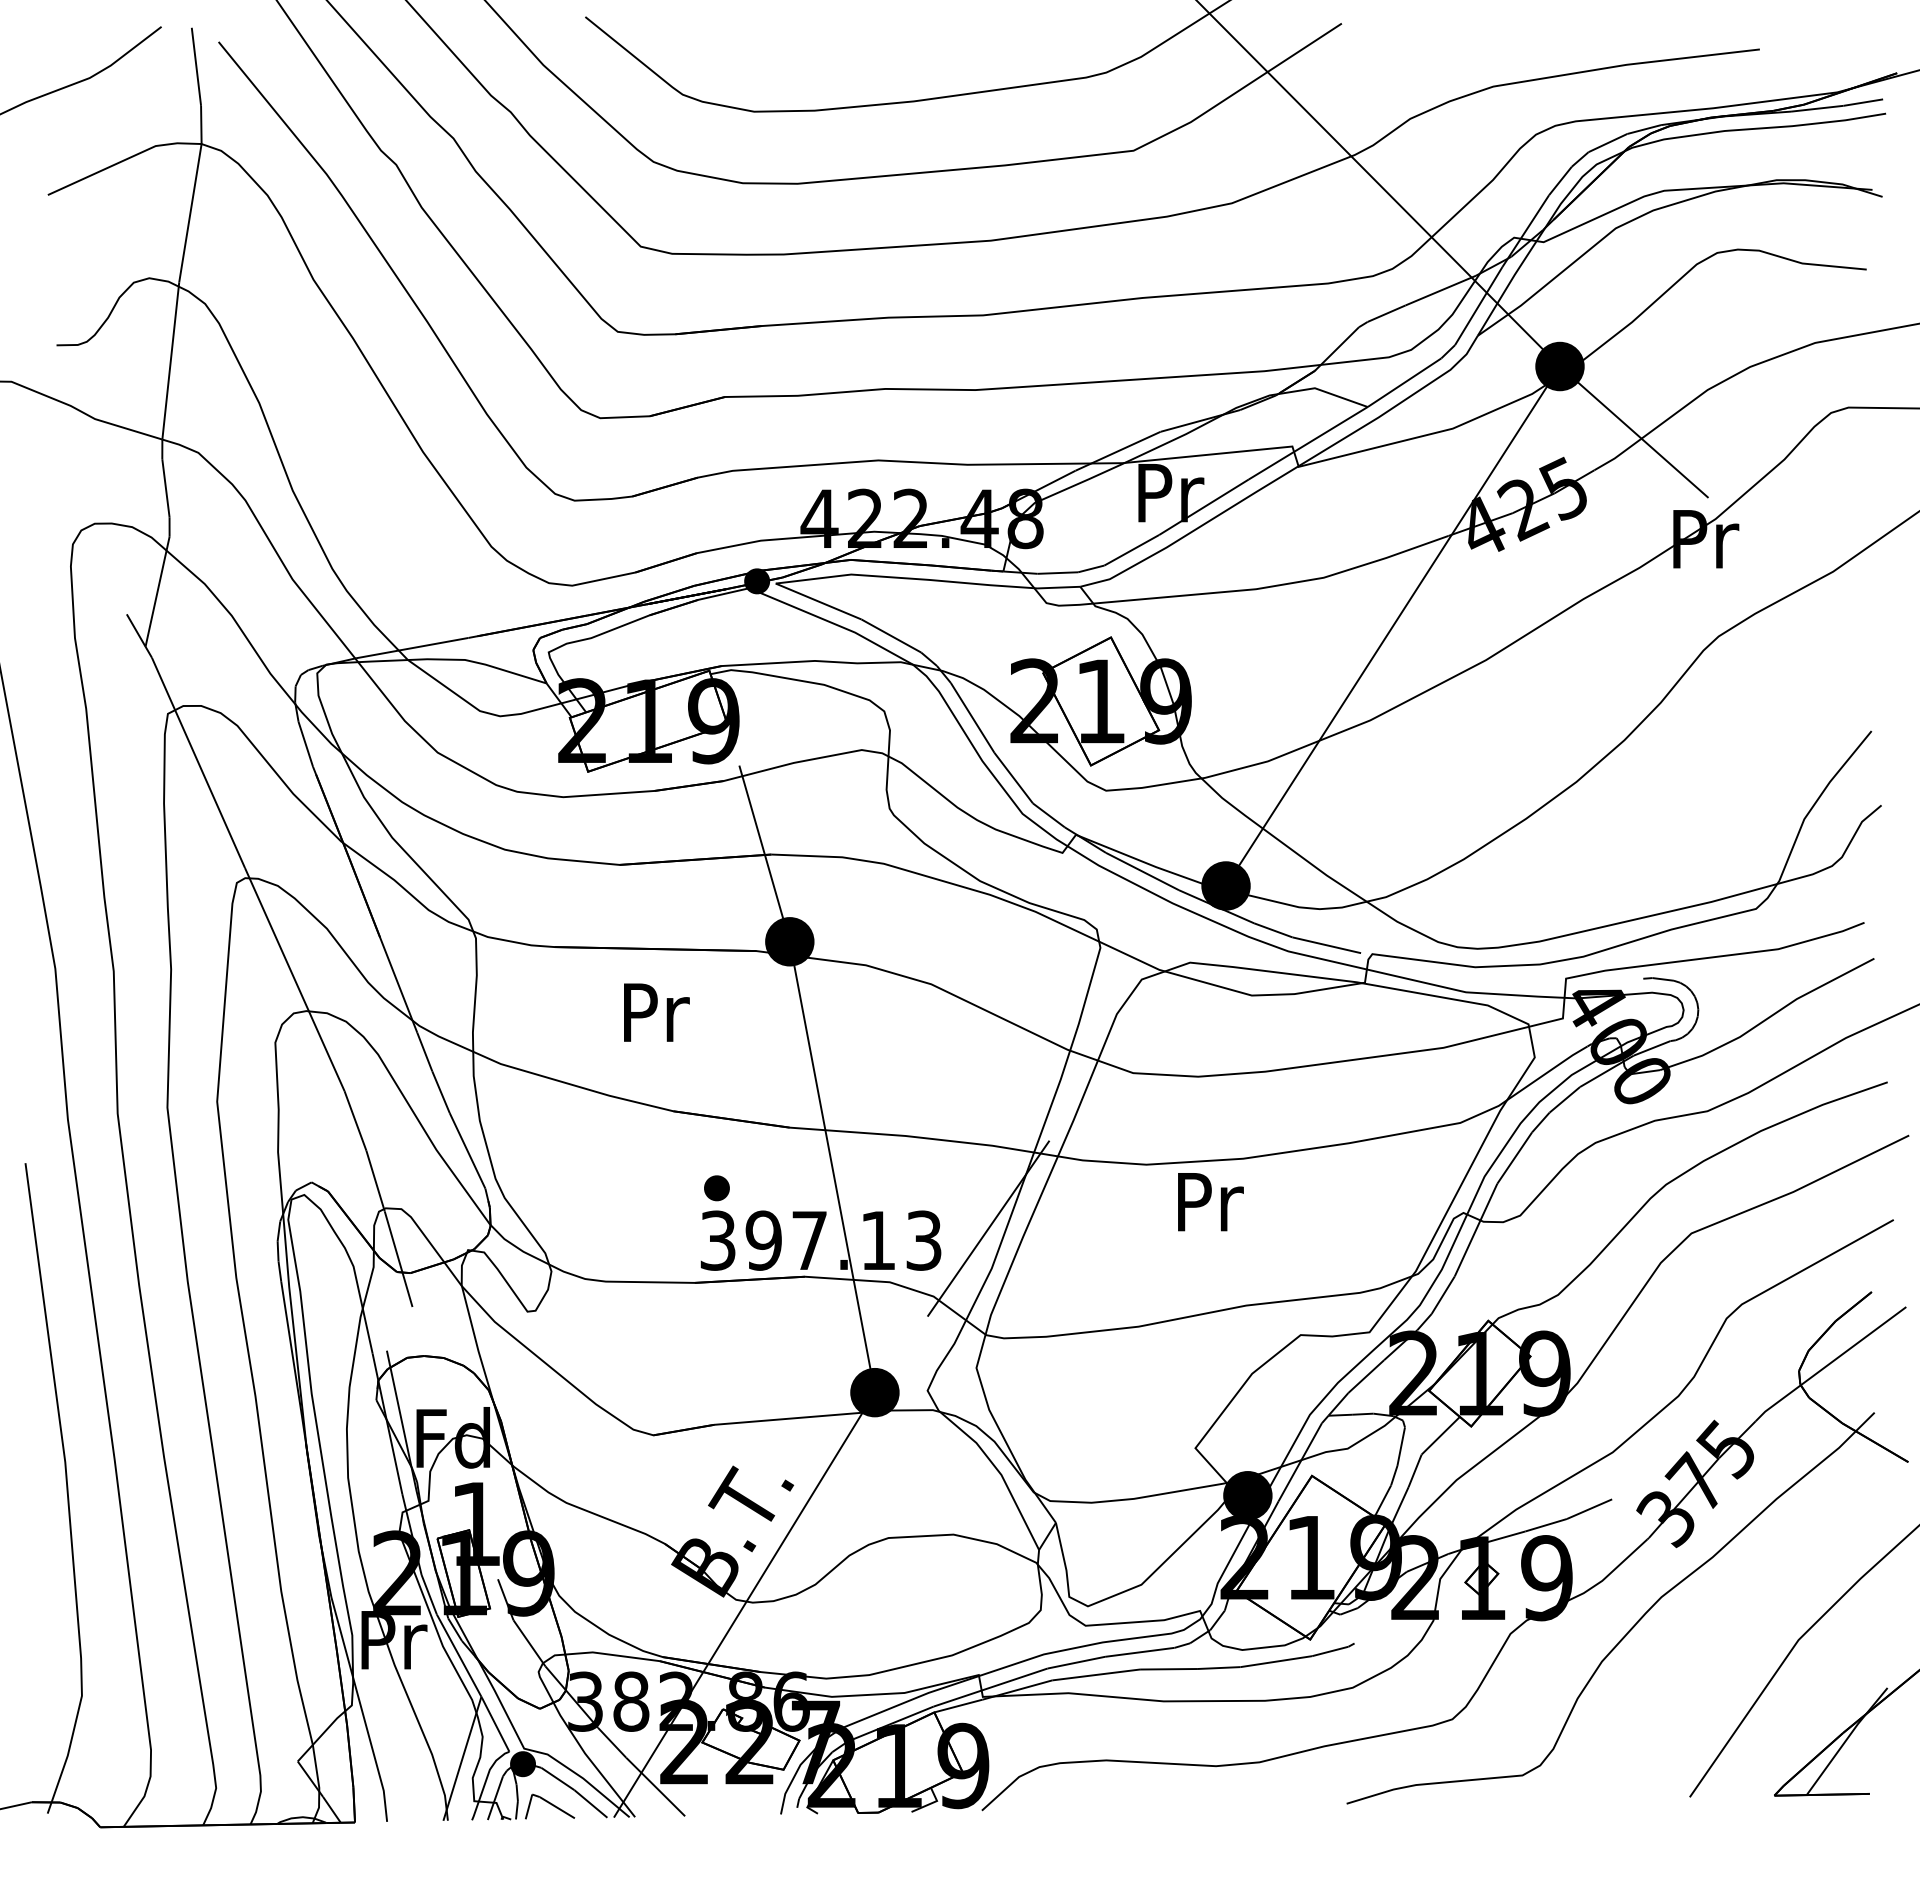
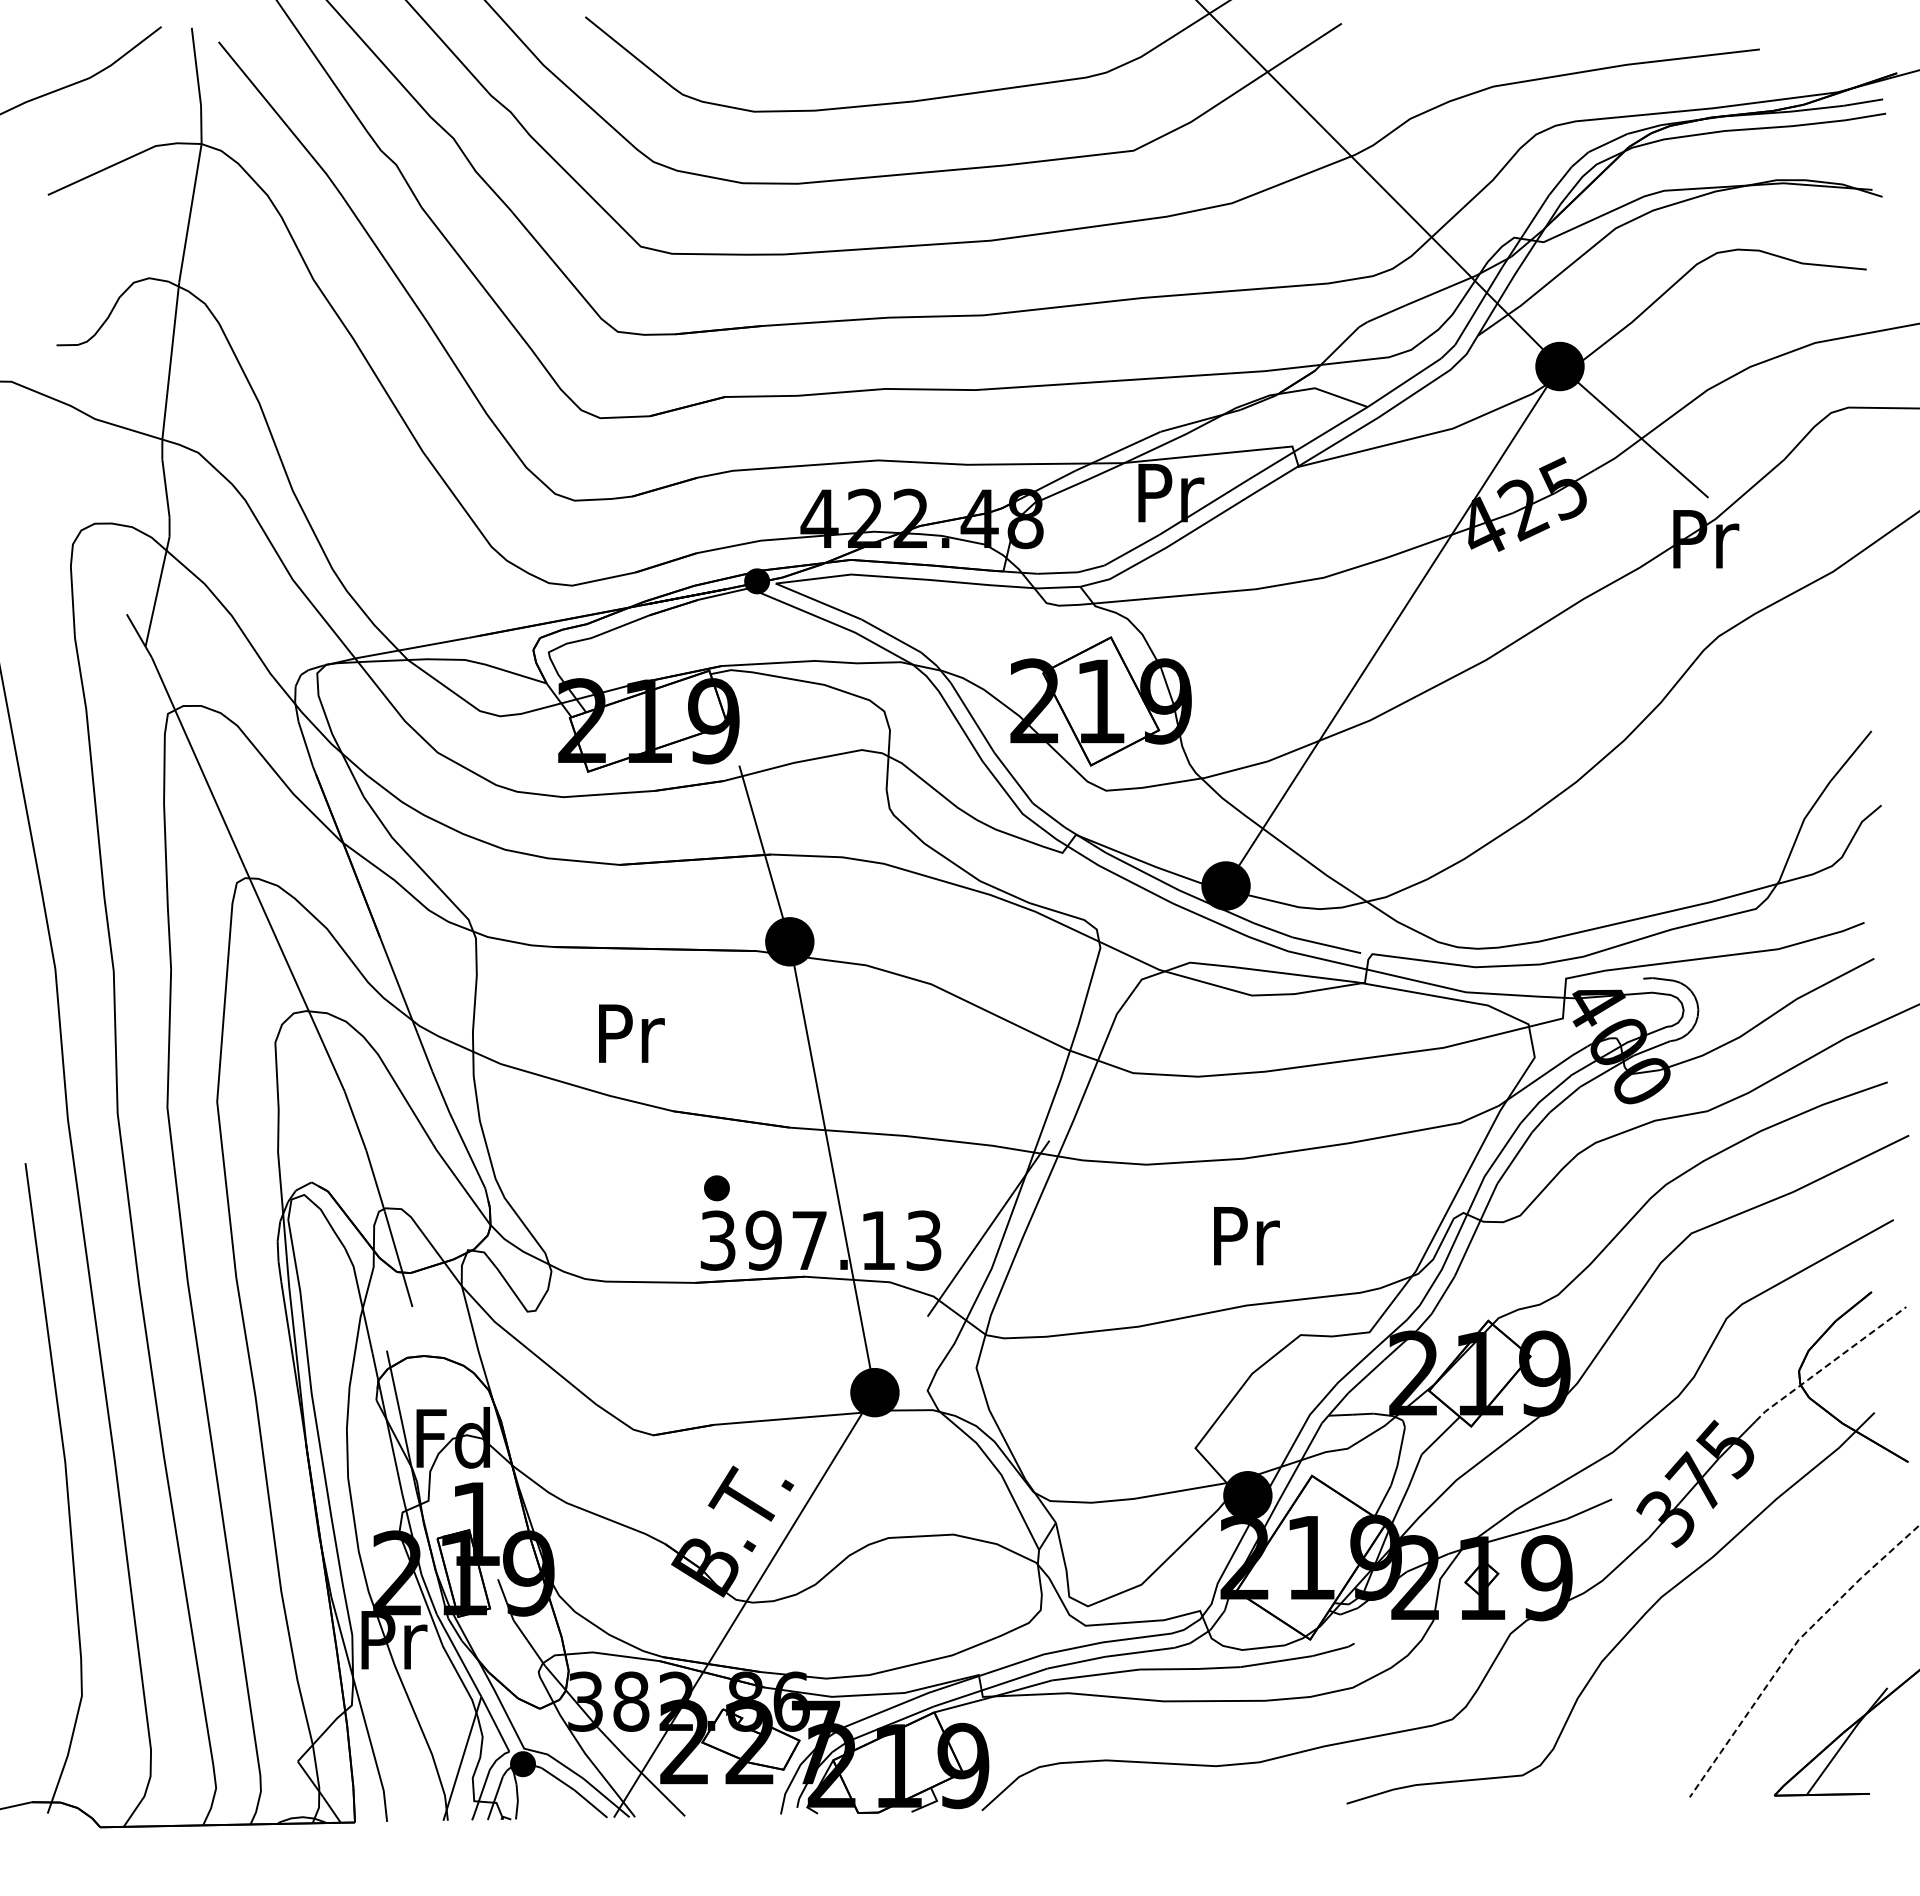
text at (656, 1012) position: (656, 1012) -> (631, 1033)
text at (1210, 1202) position: (1210, 1202) -> (1246, 1236)
line at (1830, 1363): solid -> dashed
line at (1792, 1649): solid -> dashed
line at (551, 1805): present -> none
